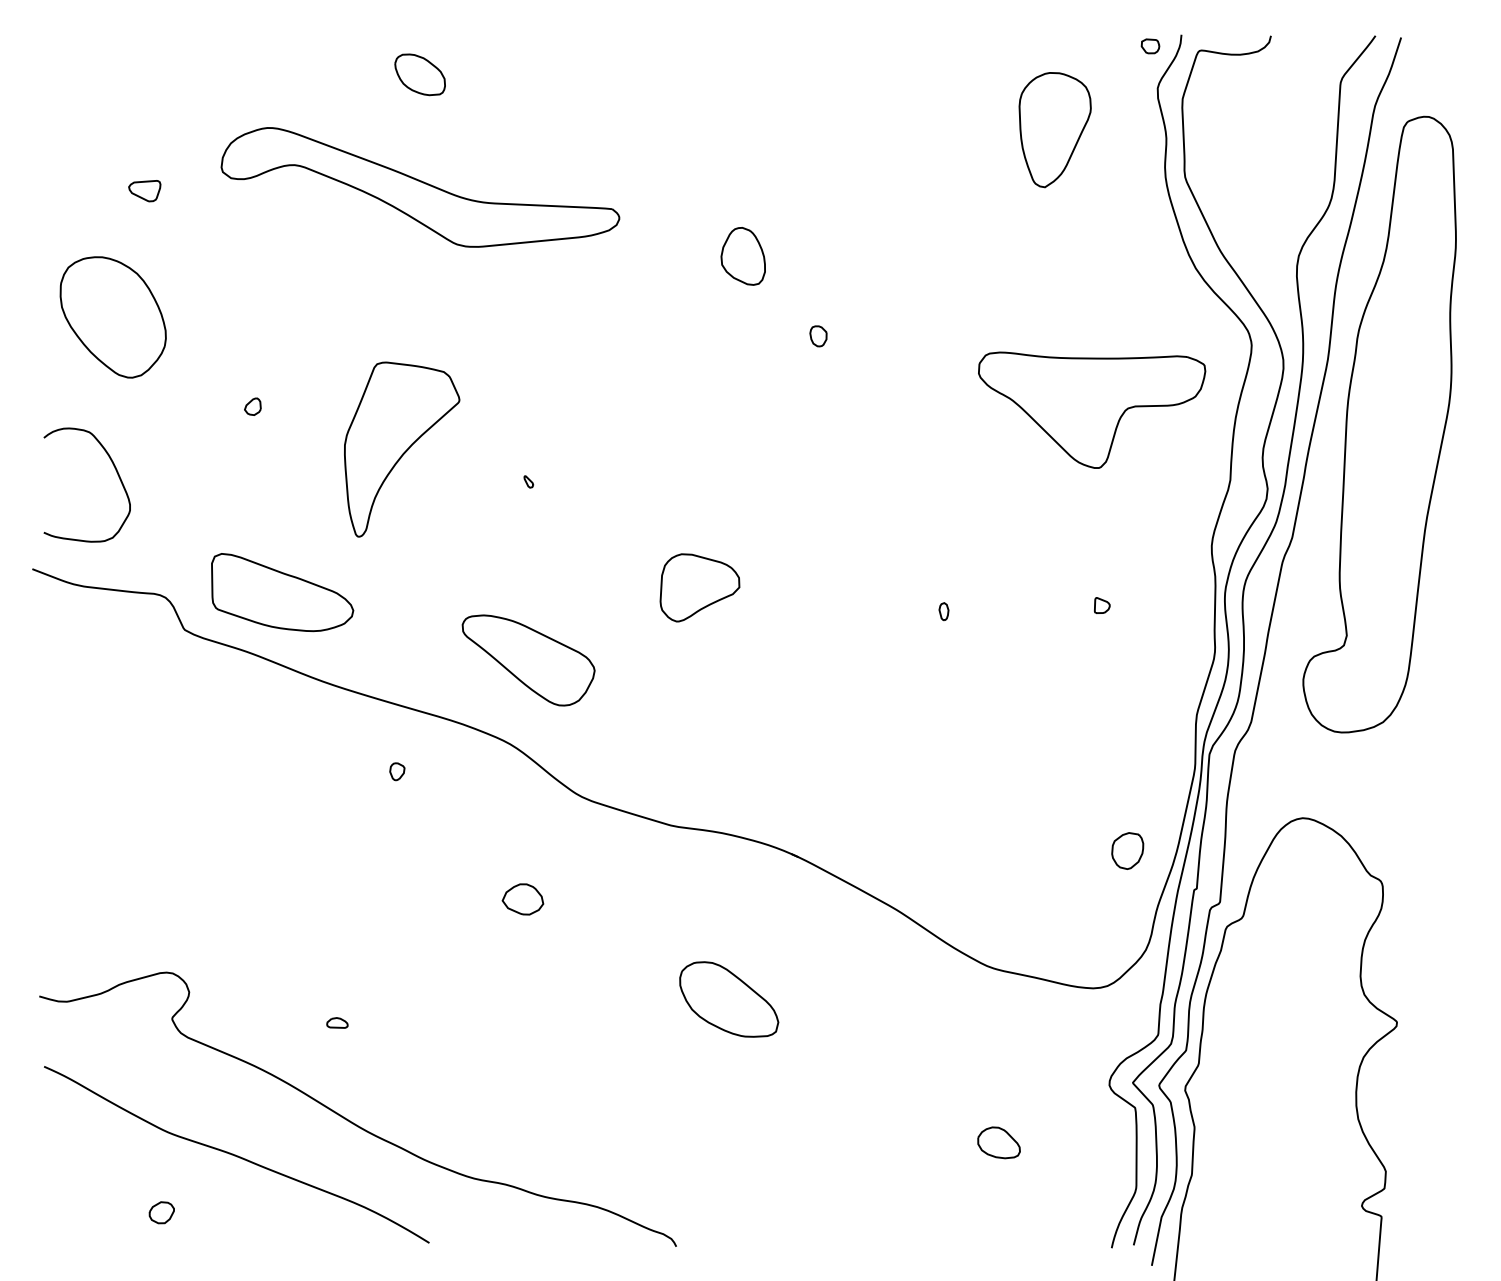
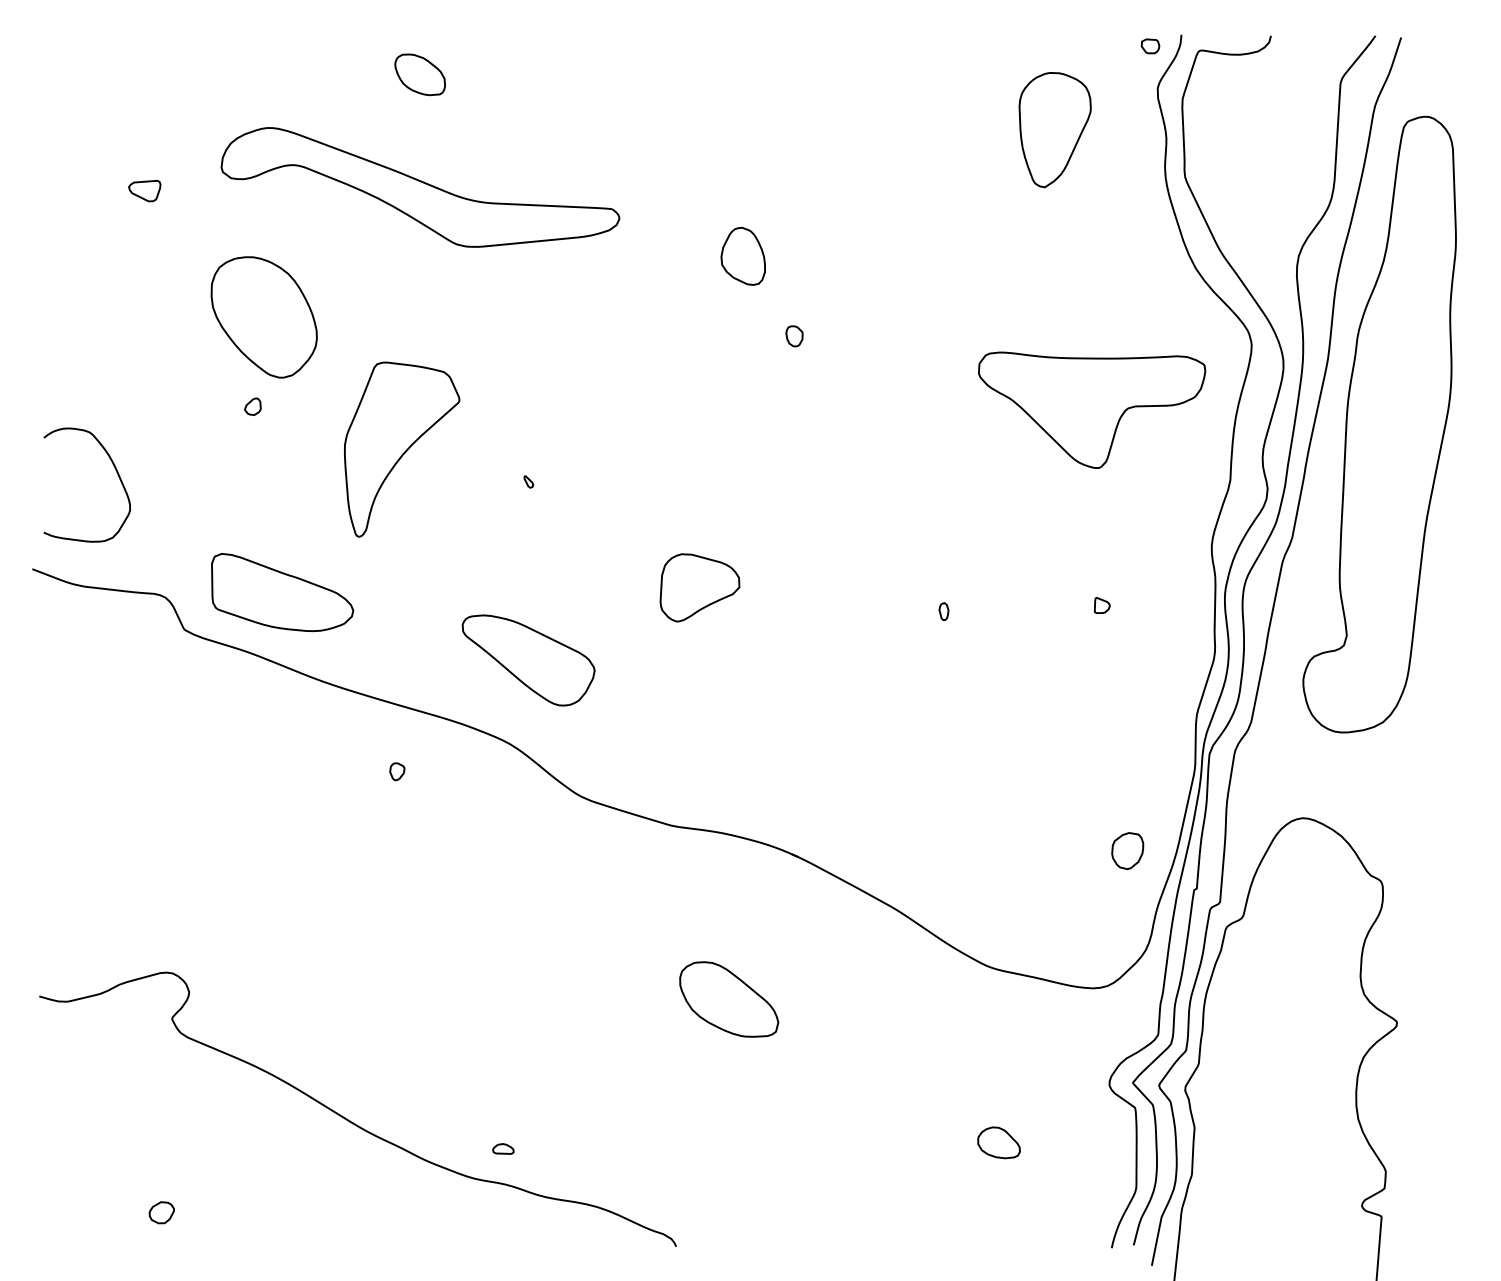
part at (112, 317) position: (112, 317) -> (263, 317)
part at (818, 336) position: (818, 336) -> (794, 336)
part at (522, 899): present -> none
part at (337, 1022) position: (337, 1022) -> (503, 1148)
curve at (235, 1154): present -> none
